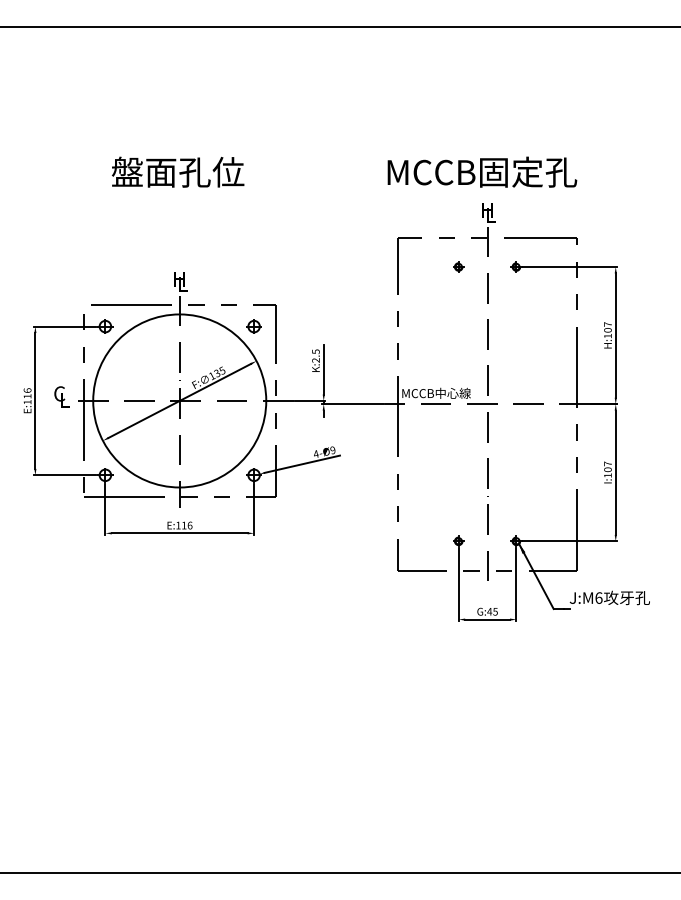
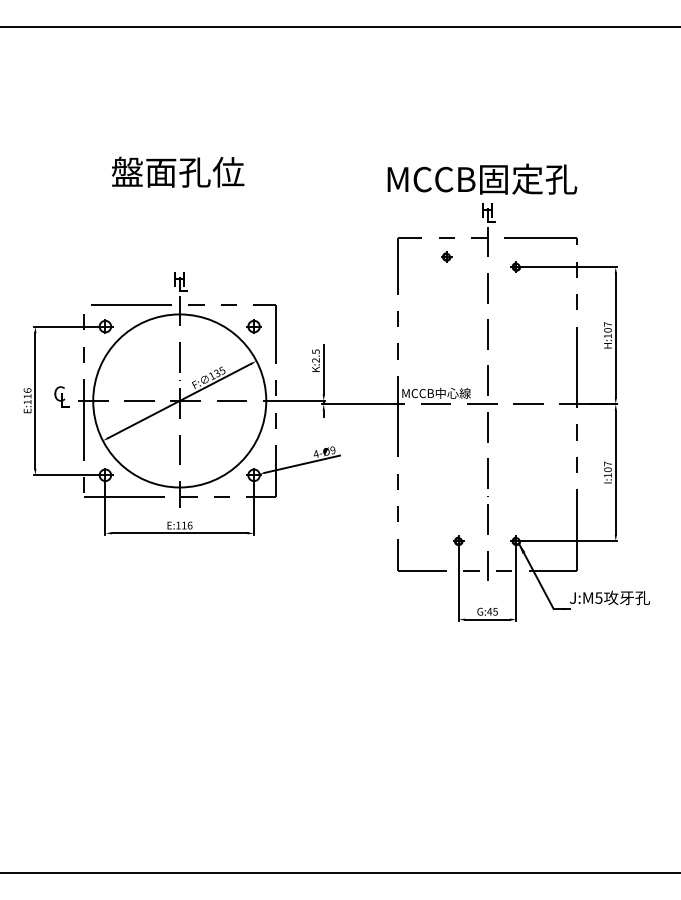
text at (482, 171) position: (482, 171) -> (482, 178)
part at (458, 266) position: (458, 266) -> (446, 256)
text at (598, 597): J:M6 -> J:M5
